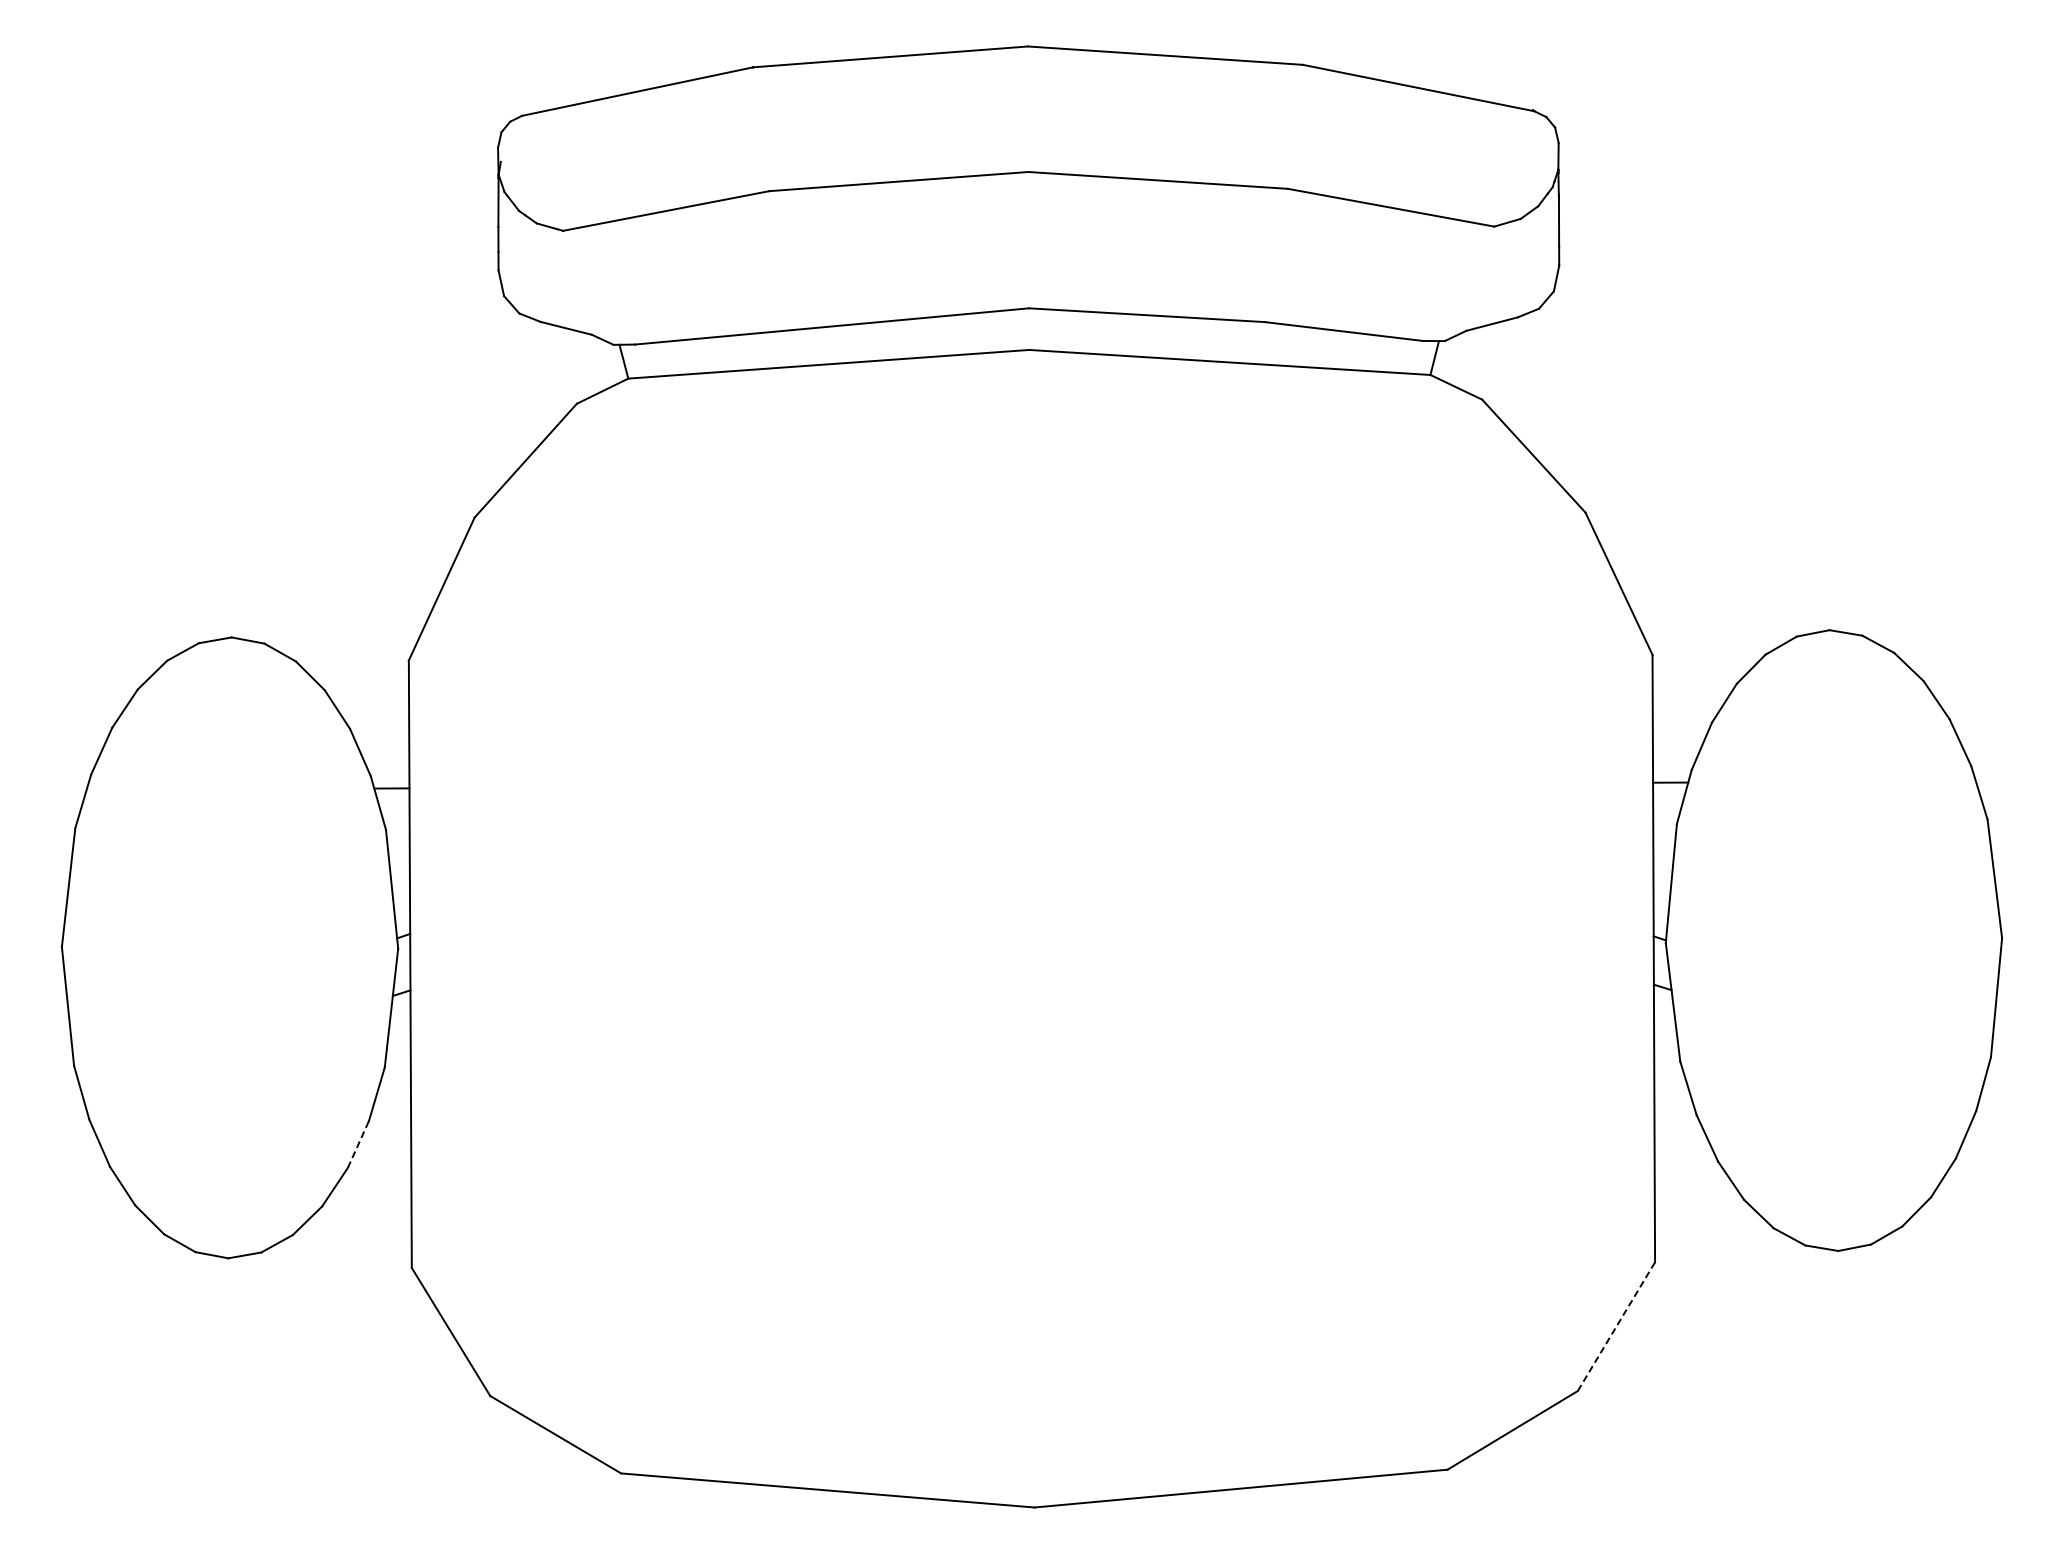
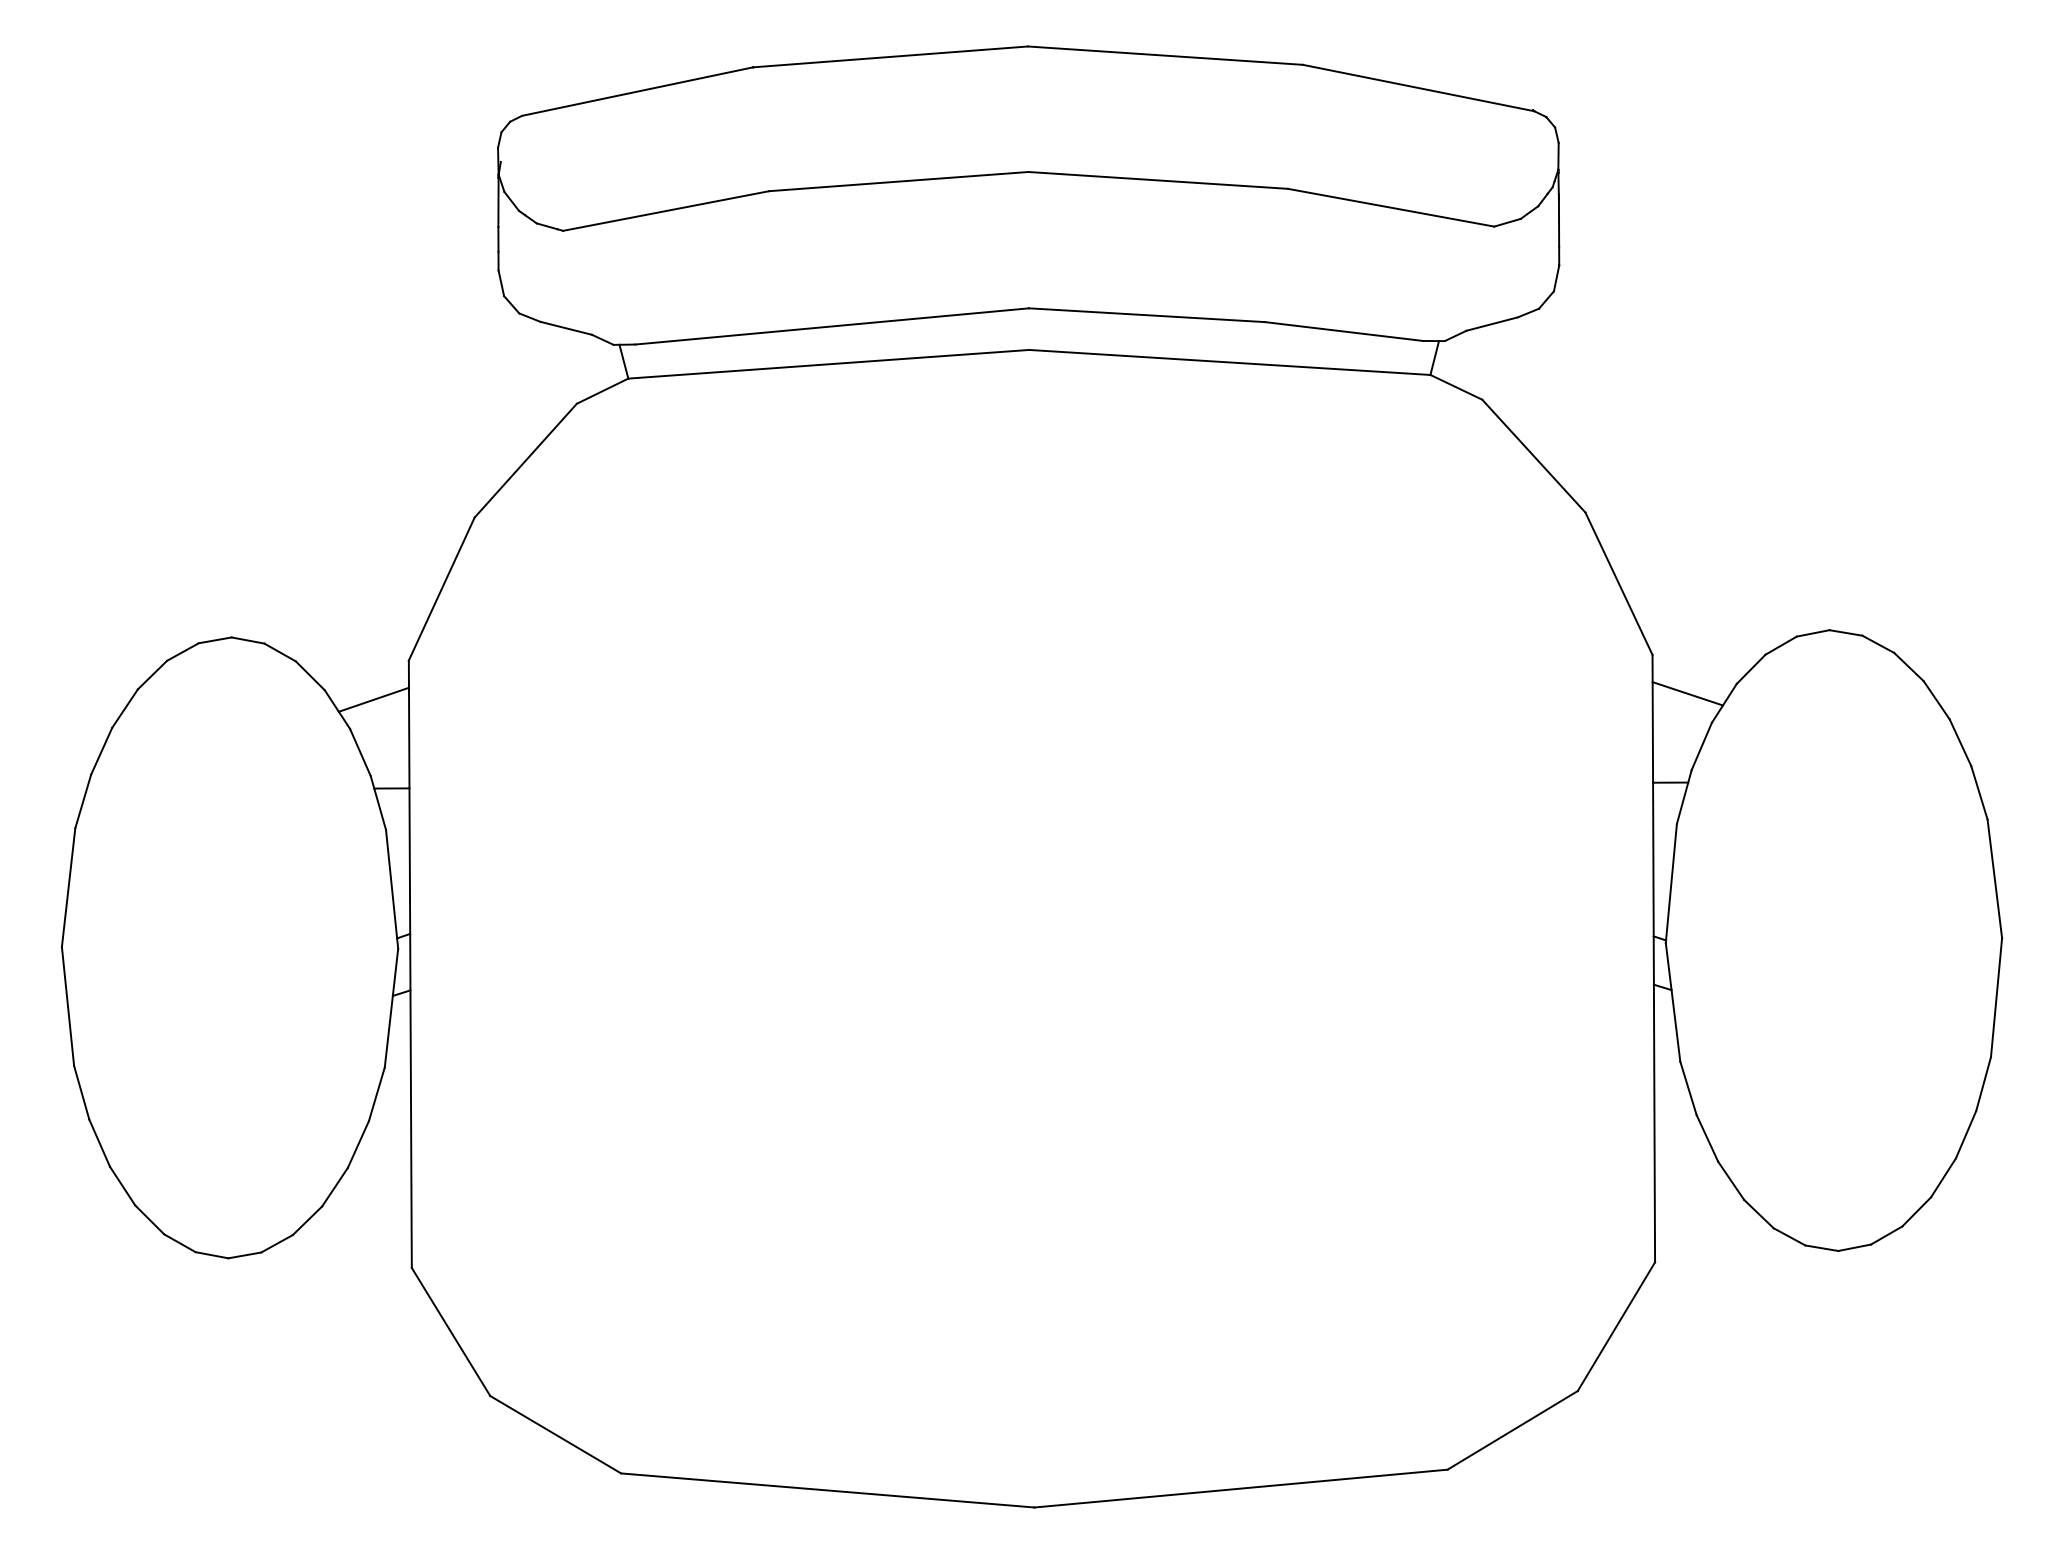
line at (1687, 693): none -> present
line at (373, 699): none -> present
line at (358, 1144): dashed -> solid
line at (1616, 1326): dashed -> solid
